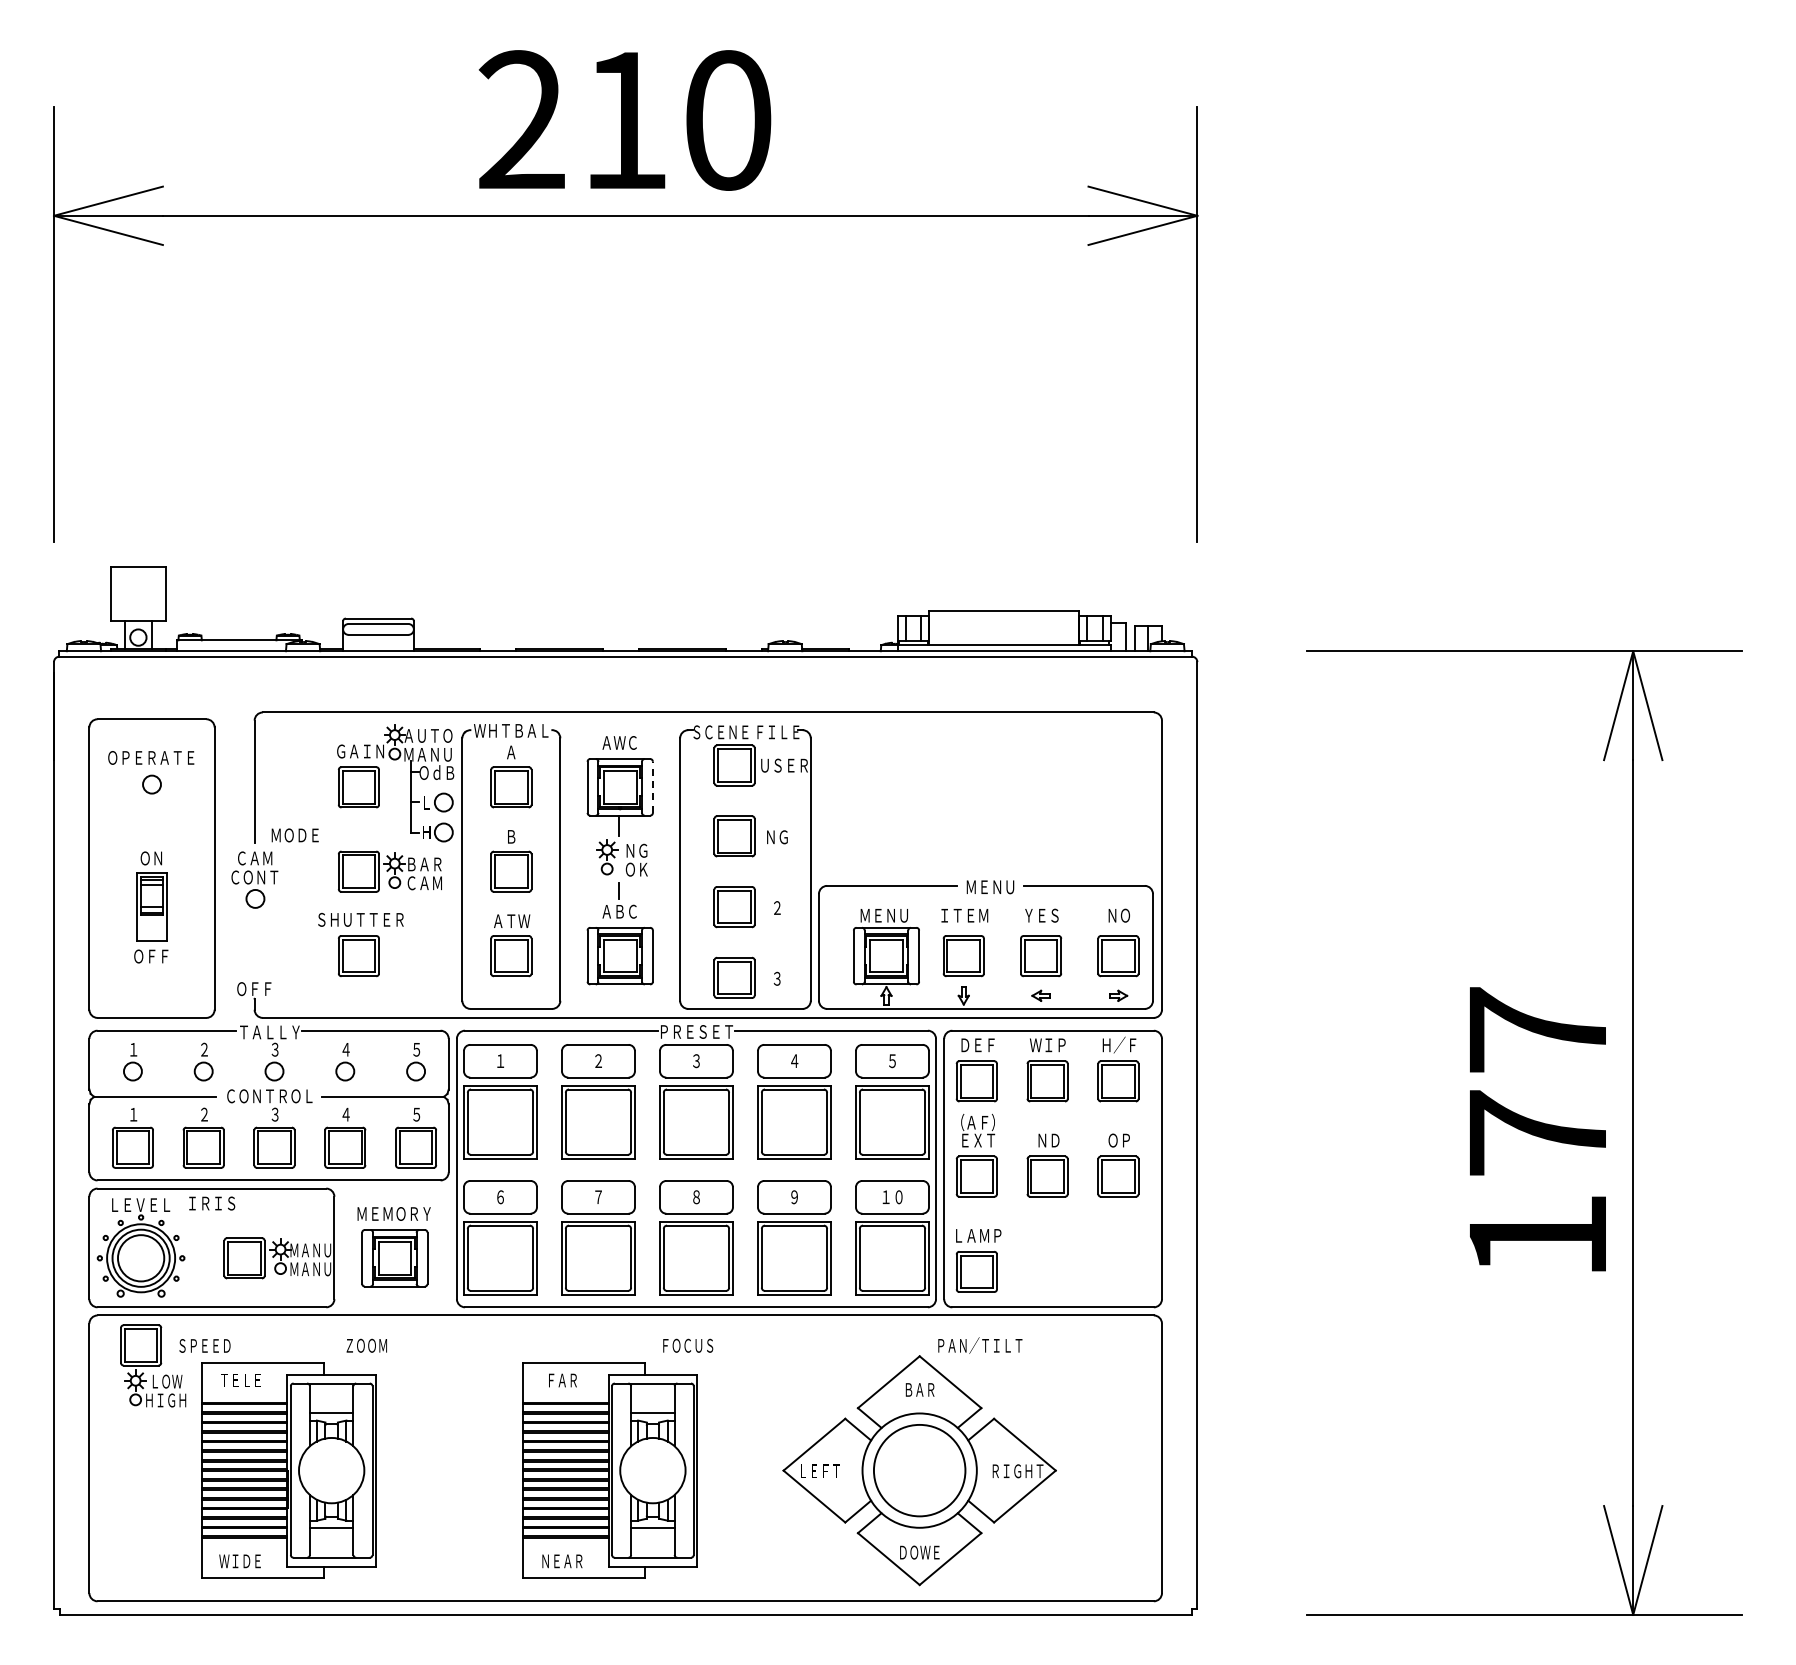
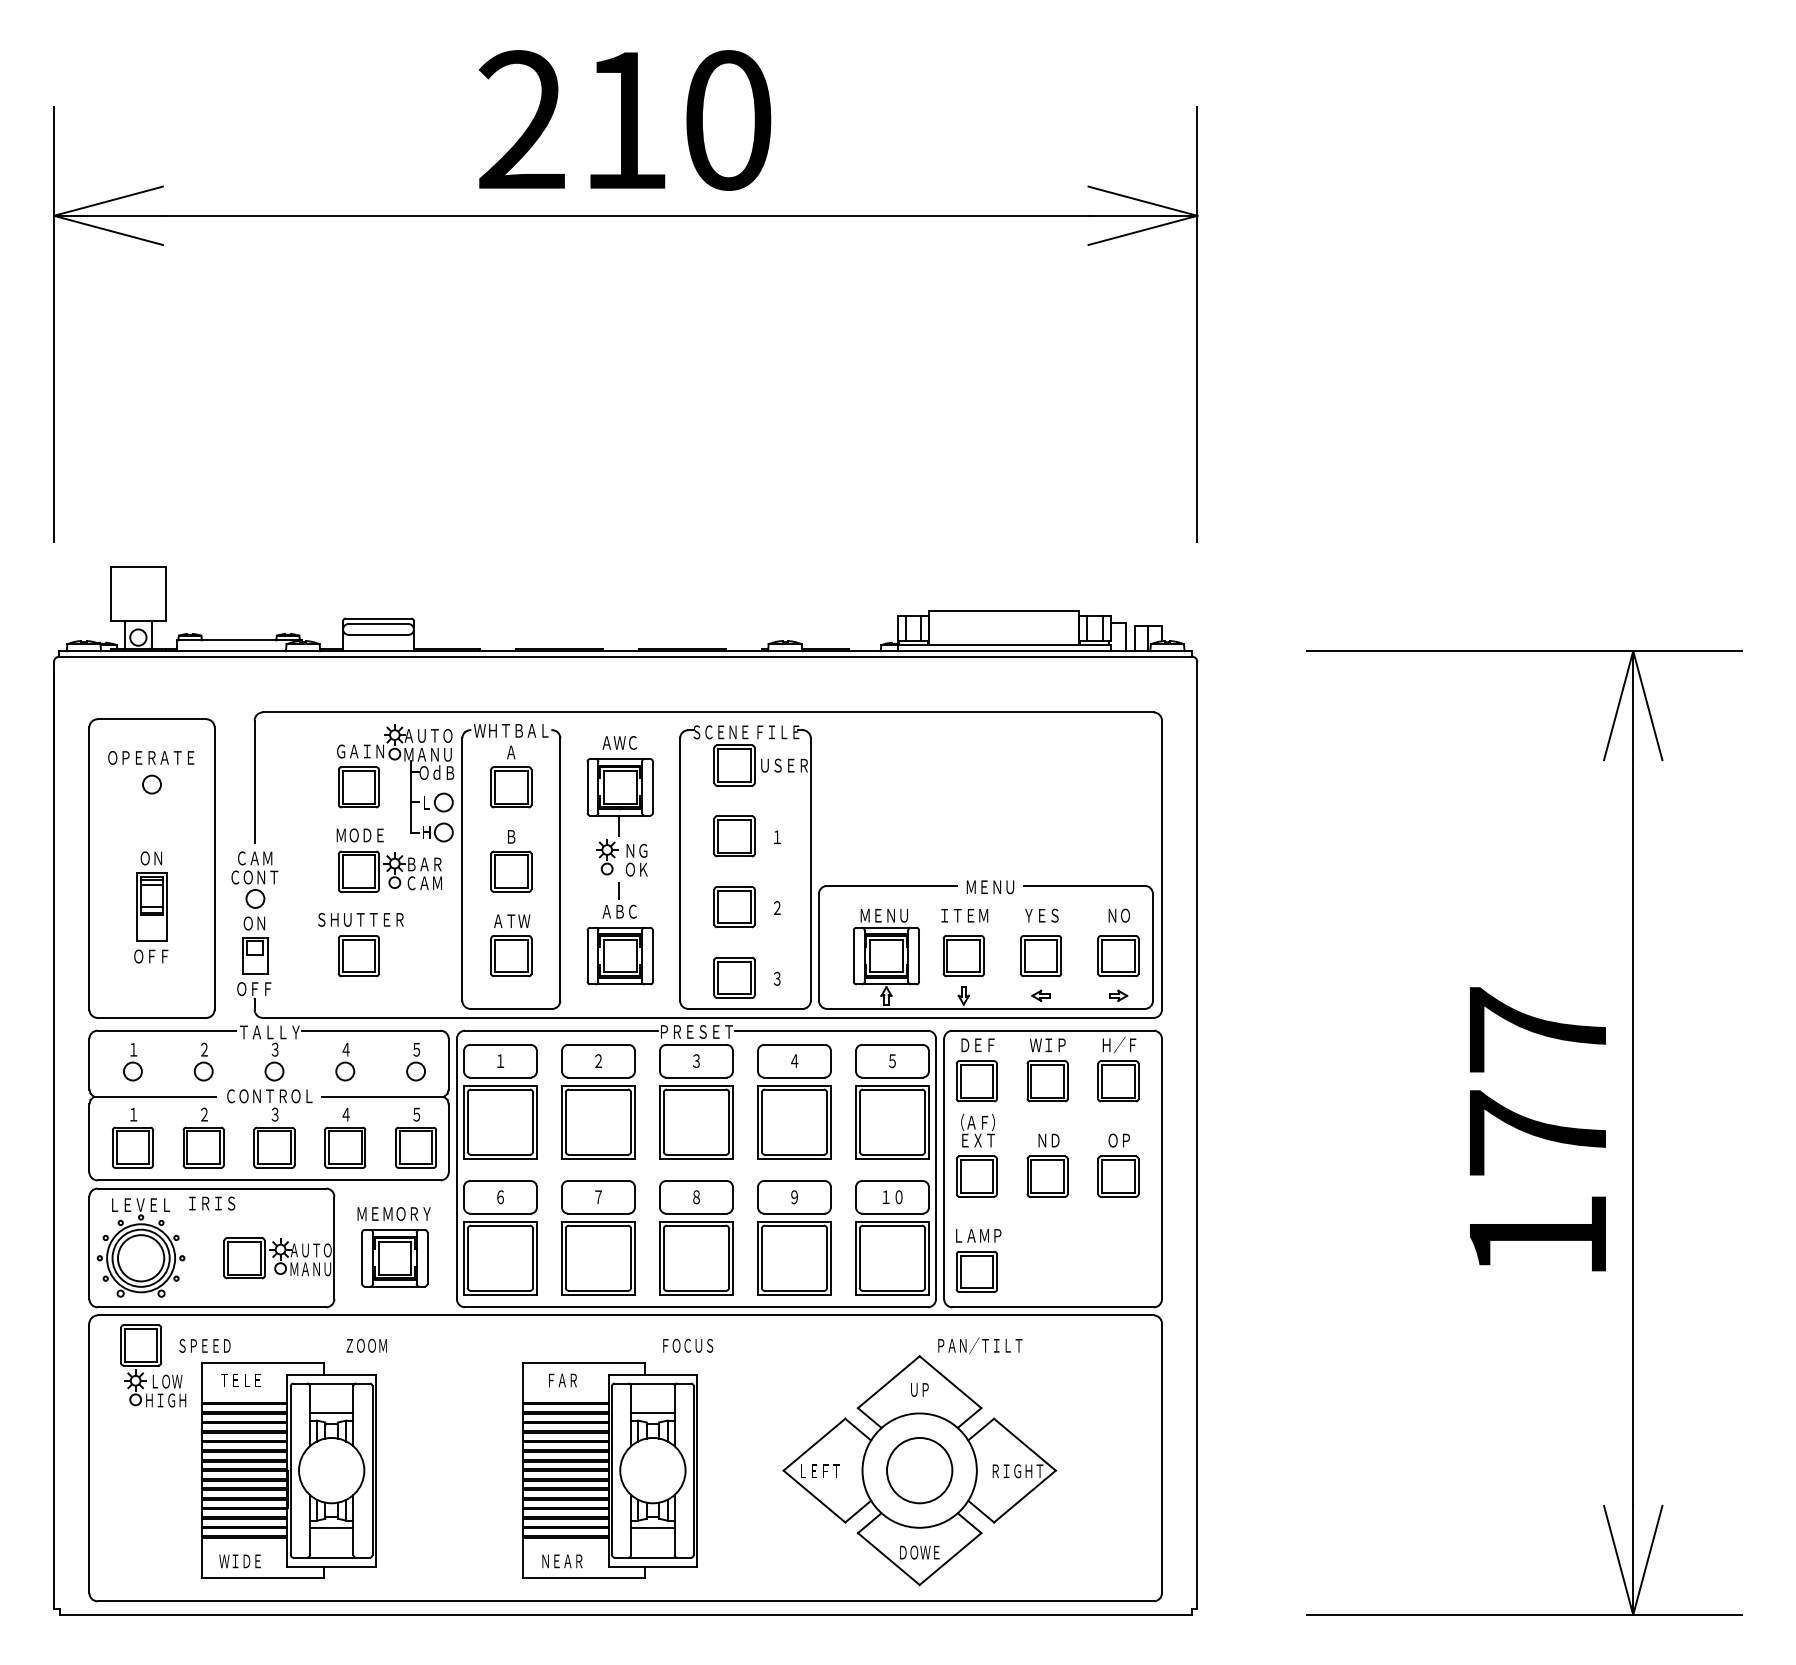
line at (652, 787): dashed -> solid
text at (294, 835) position: (294, 835) -> (359, 835)
text at (777, 837): ＮＧ -> １
part at (255, 945): none -> present
text at (310, 1250): ＭＡＮＵ -> ＡＵＴＯ
text at (919, 1389): ＢＡＲ -> ＵＰ
circle at (919, 1470) diameter: 91 px -> 65 px
